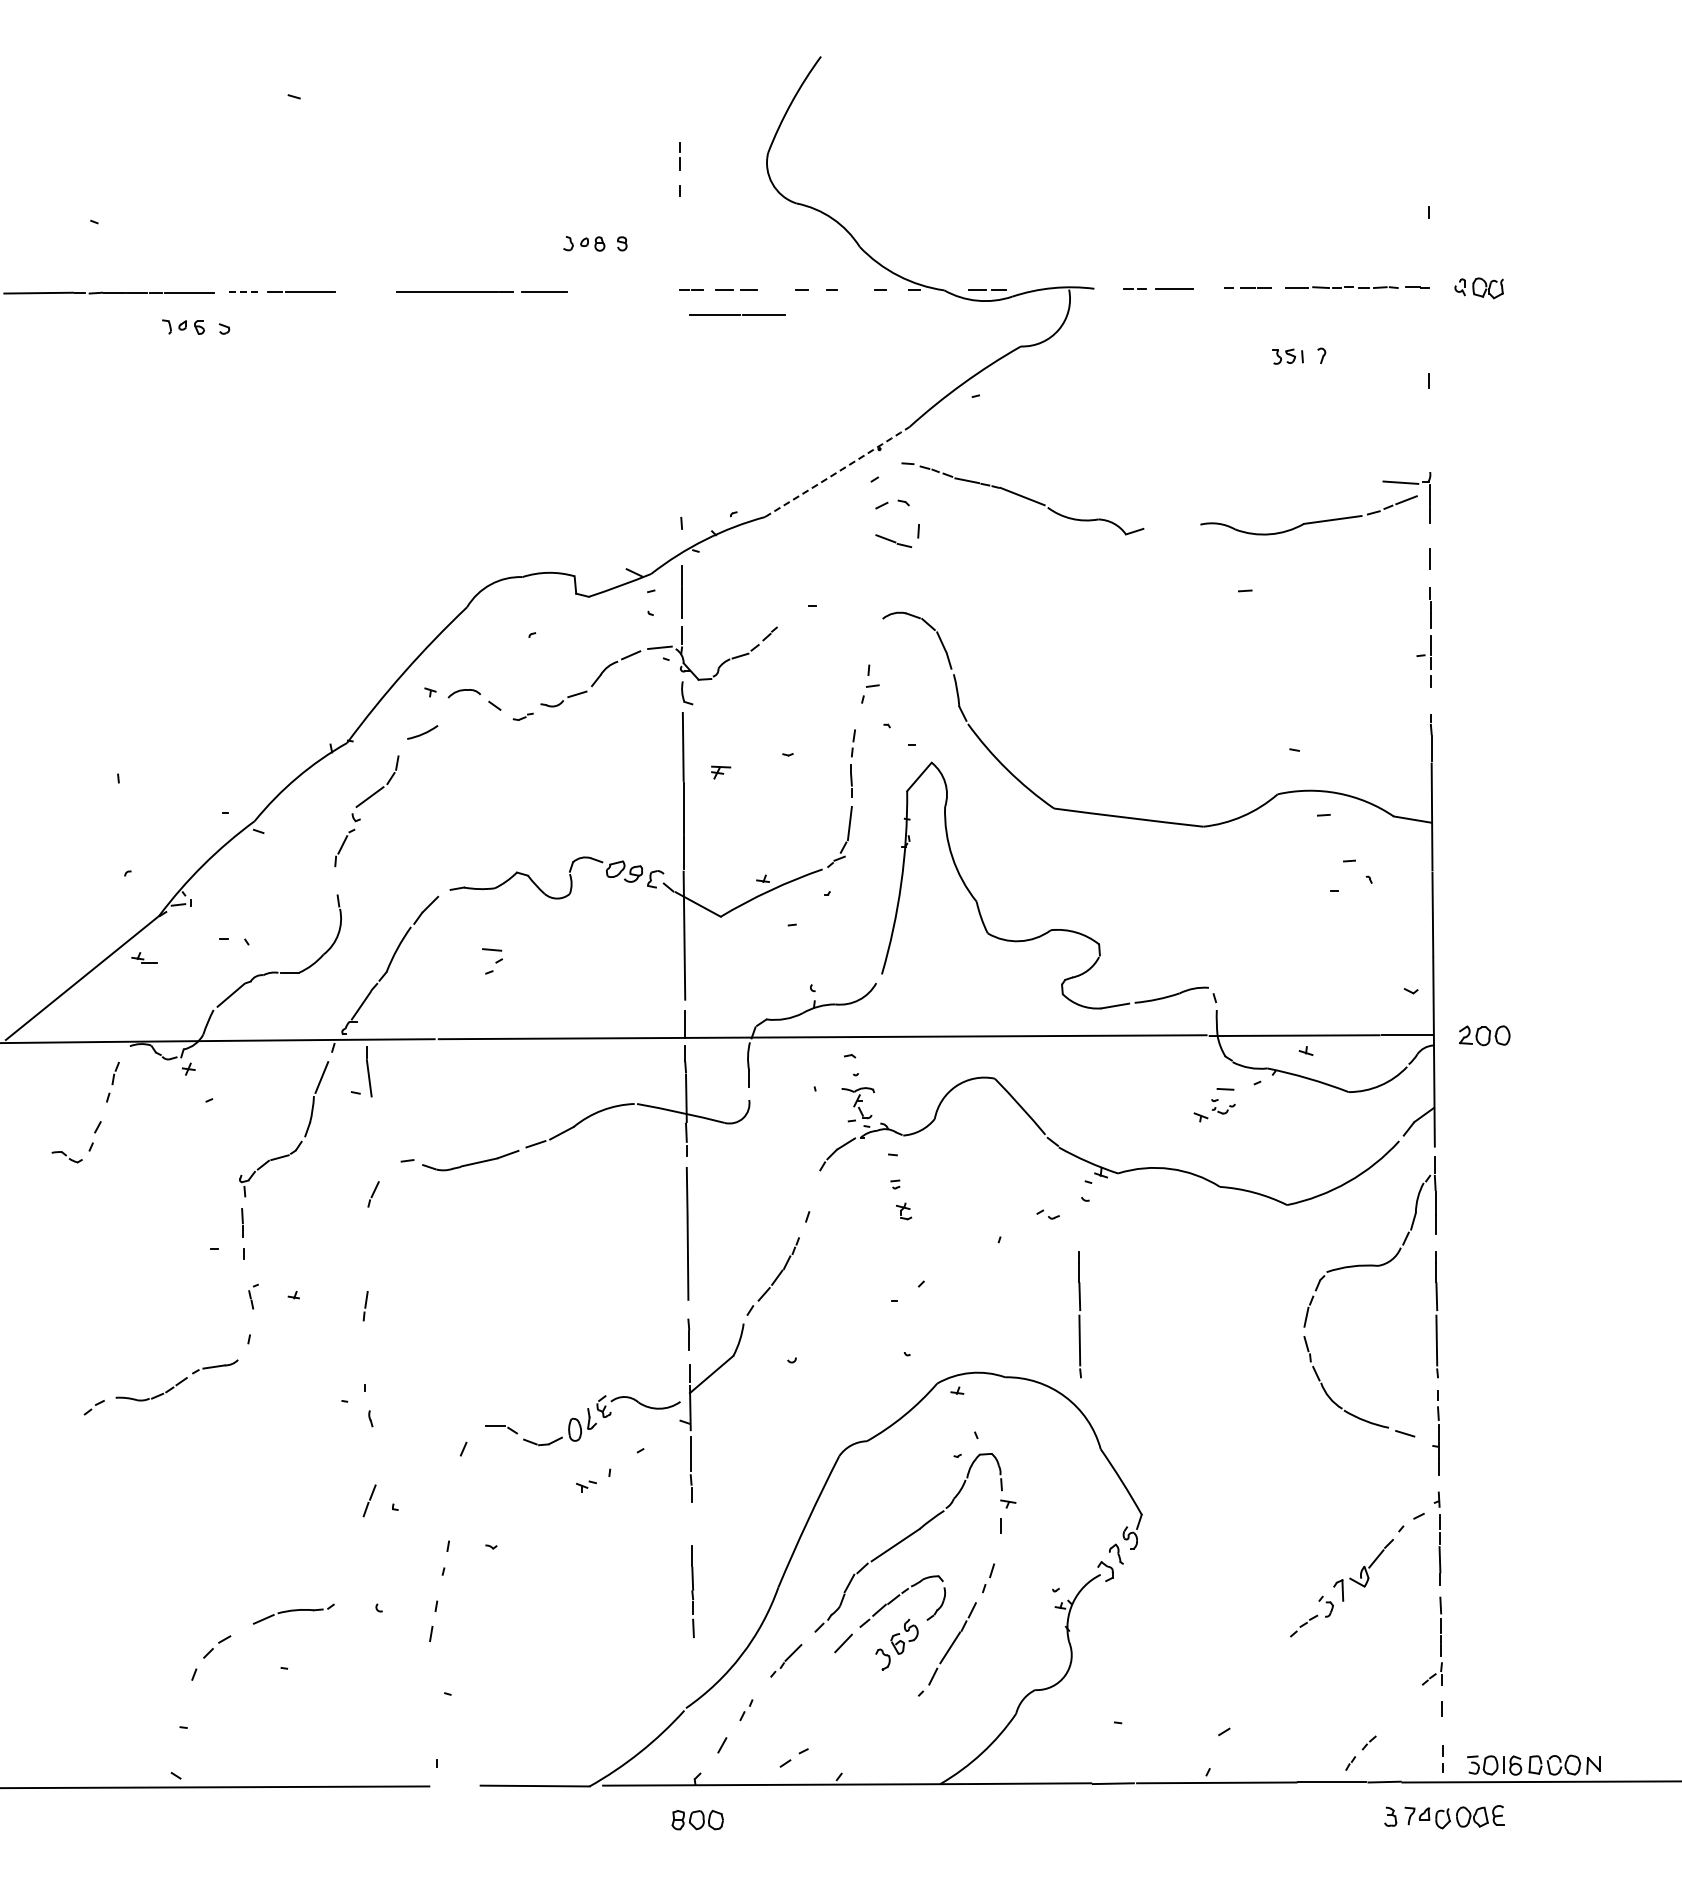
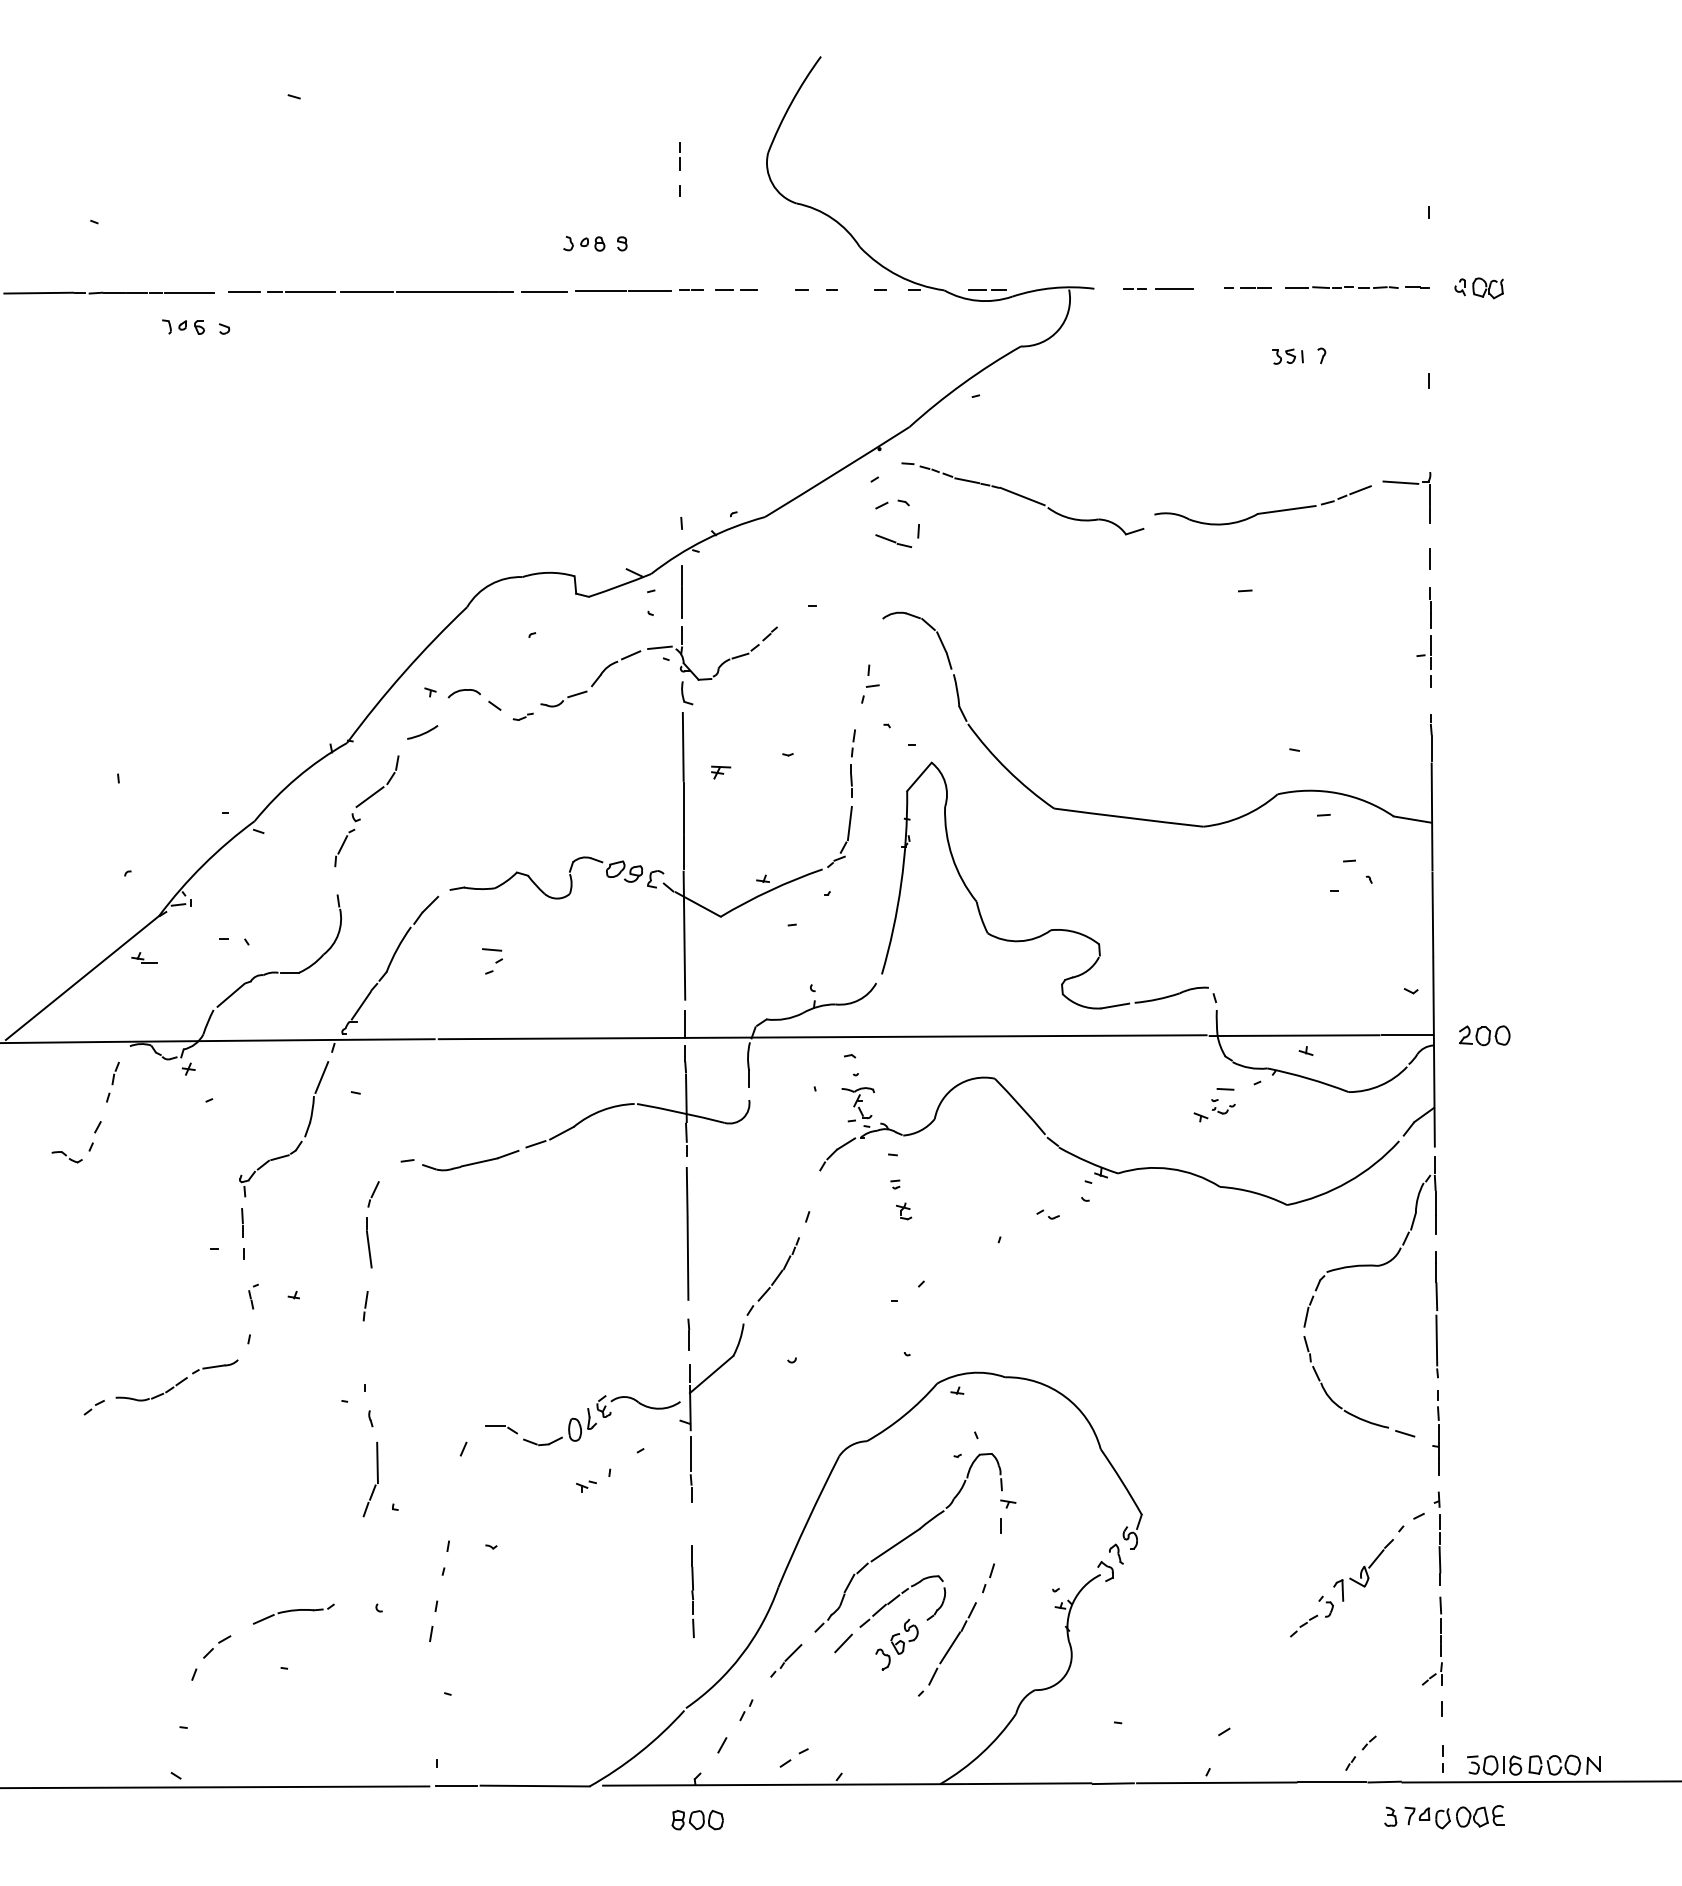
line at (244, 291): dashed -> solid
line at (366, 291): none -> present
line at (737, 314) position: (737, 314) -> (623, 290)
arc at (837, 472): dashed -> solid
part at (1308, 522) position: (1308, 522) -> (1262, 512)
part at (369, 1071) position: (369, 1071) -> (369, 1242)
part at (1079, 1314): present -> none
line at (377, 1462): none -> present
line at (455, 1786): none -> present
